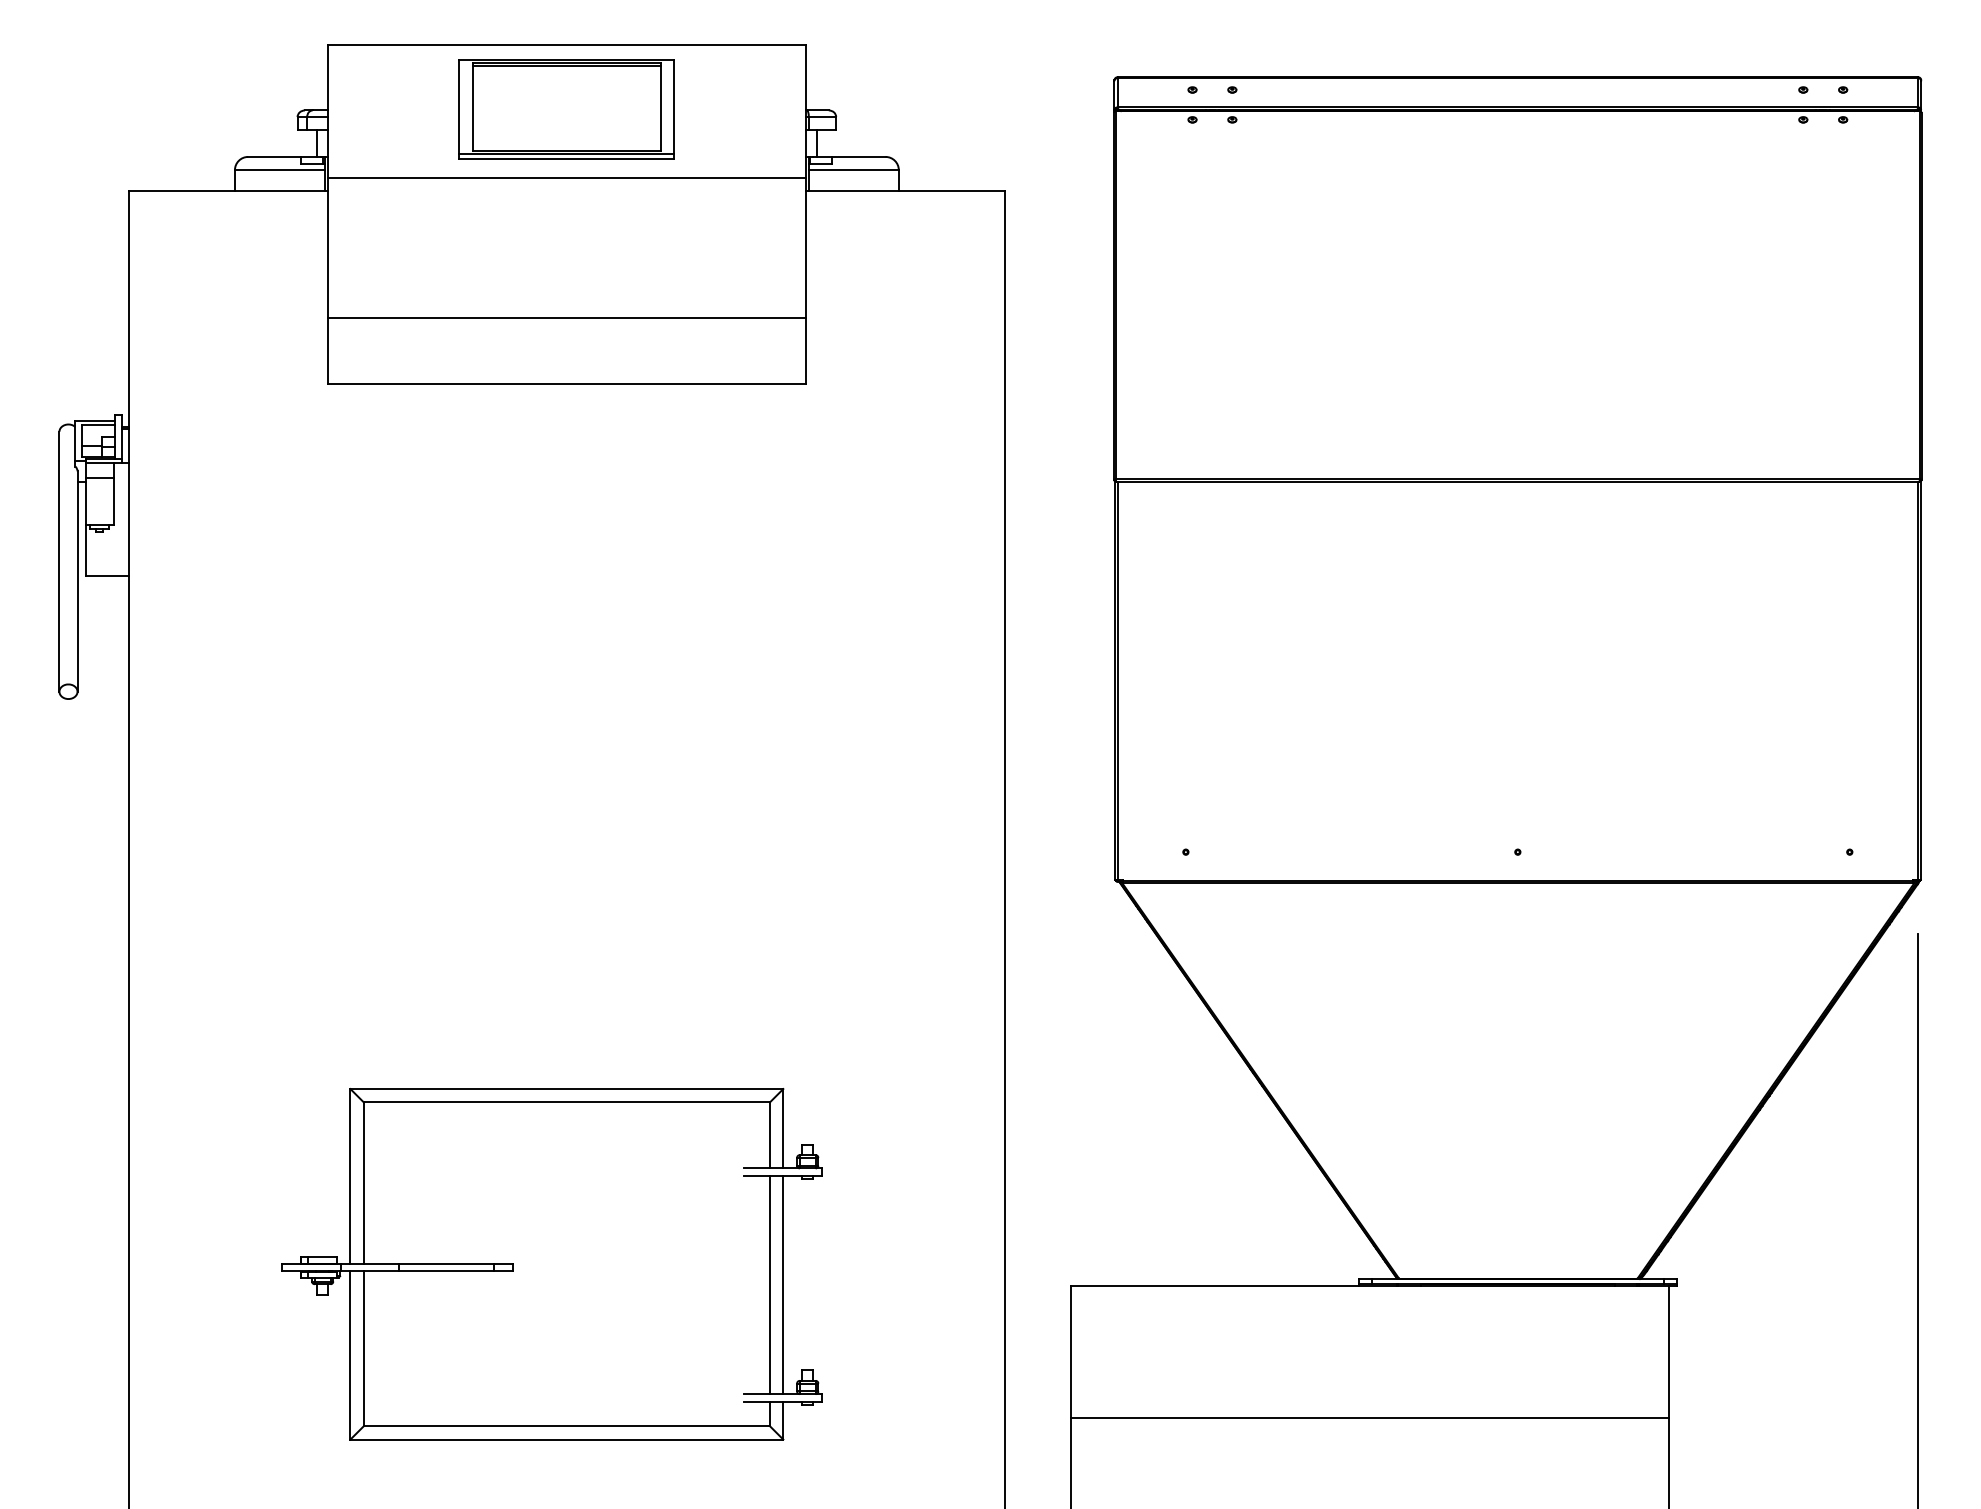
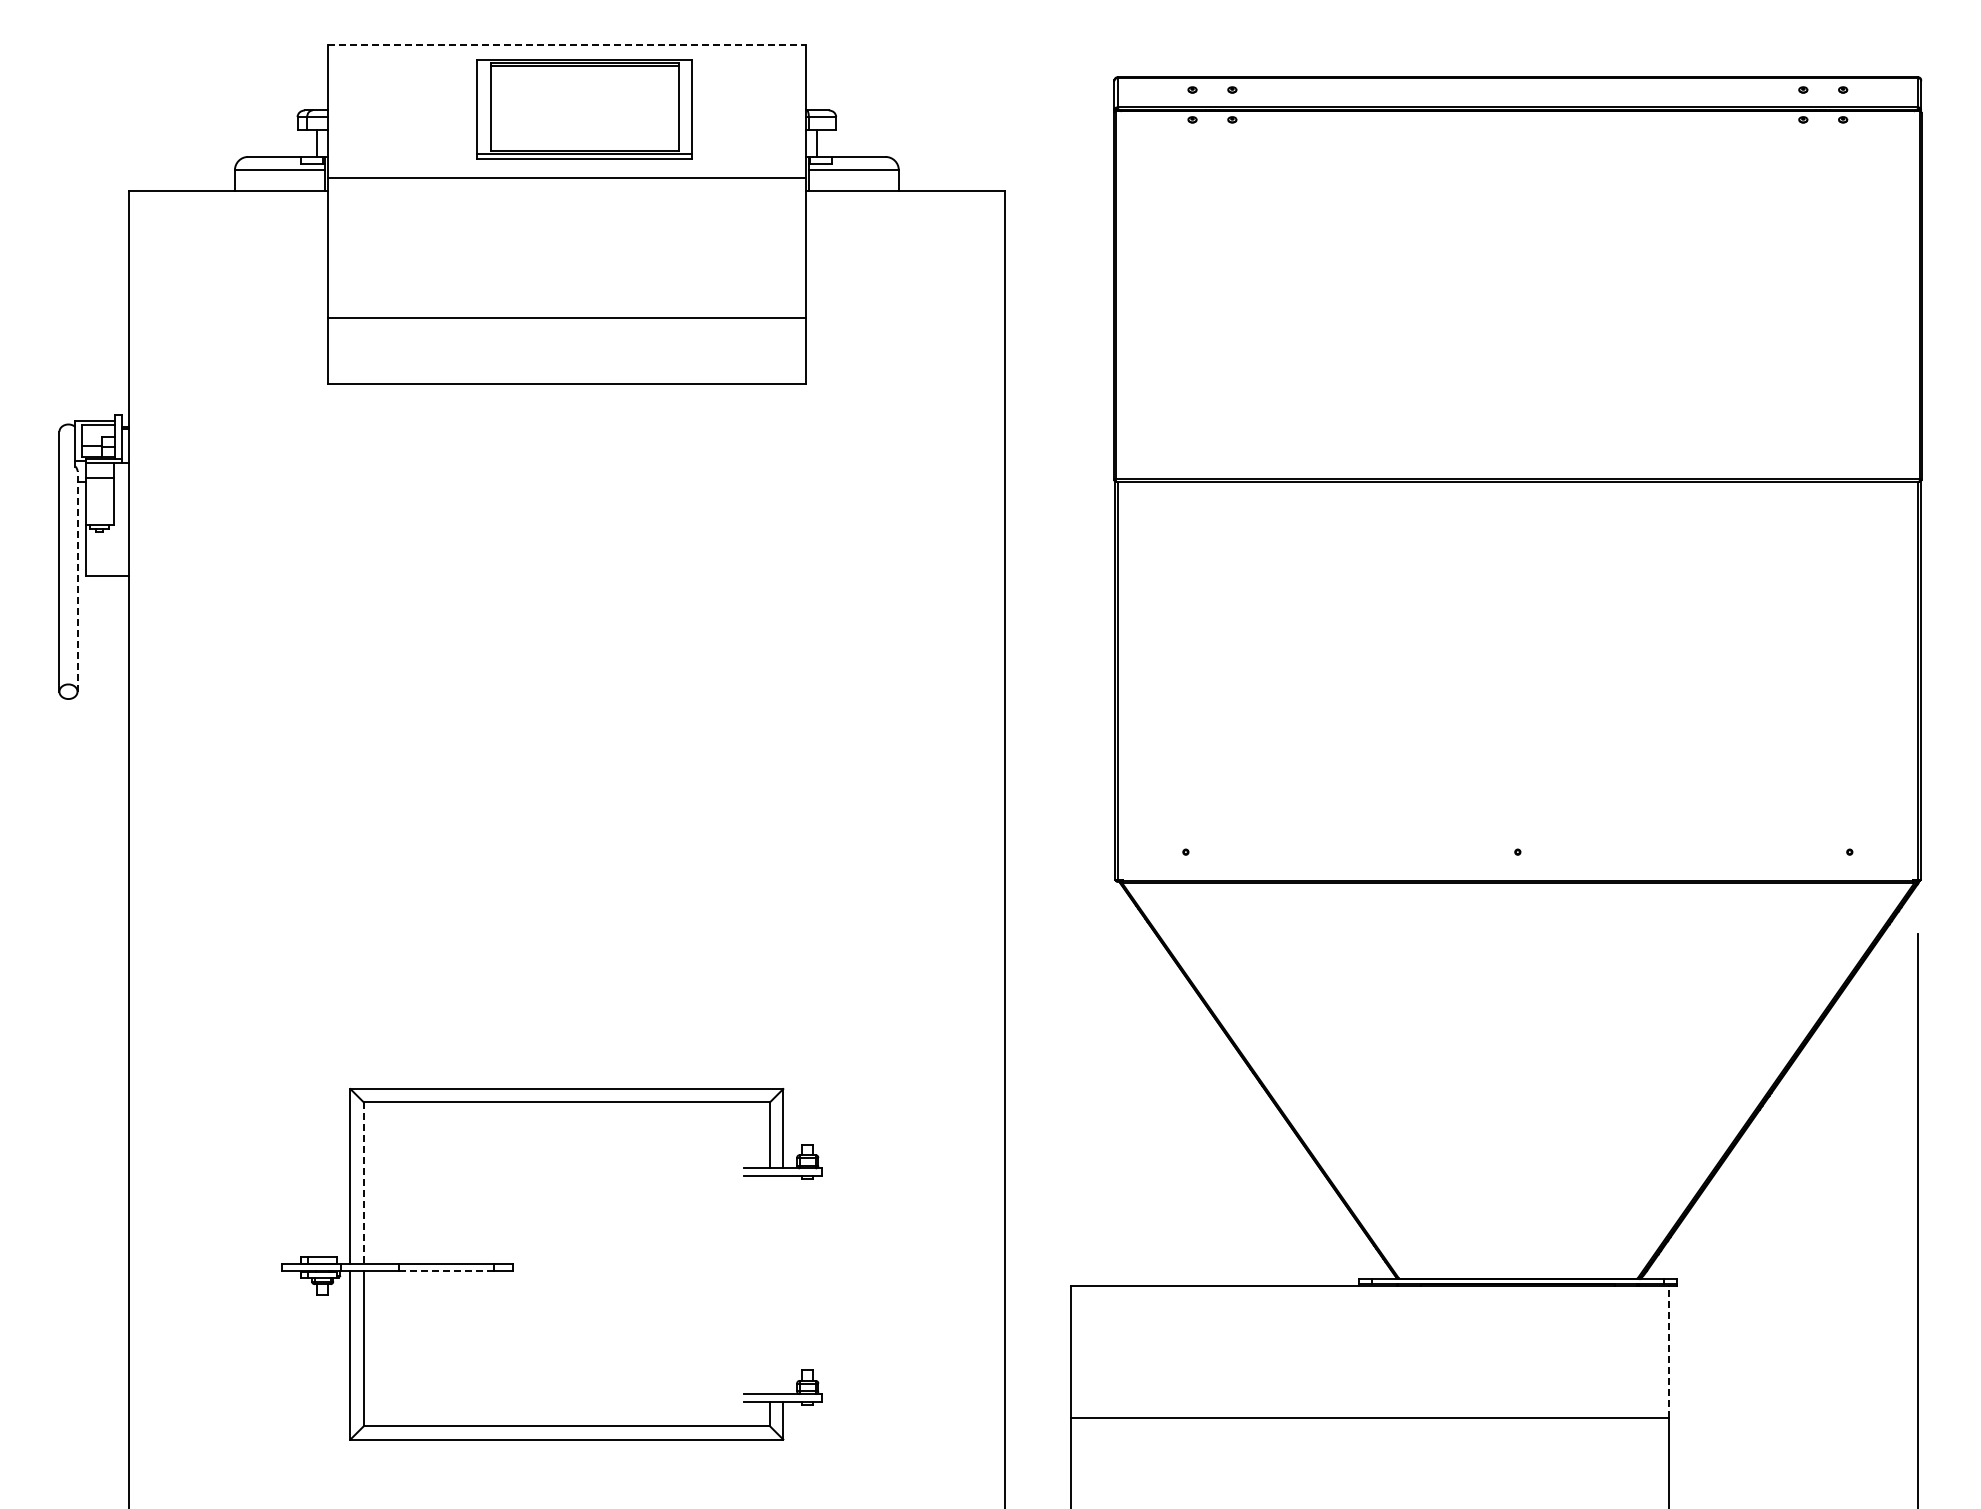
line at (567, 45): solid -> dashed
part at (566, 109) position: (566, 109) -> (584, 109)
line at (77, 581): solid -> dashed
line at (363, 1183): solid -> dashed
line at (446, 1270): solid -> dashed
line at (770, 1285): present -> none
line at (783, 1285): present -> none
line at (1668, 1351): solid -> dashed
